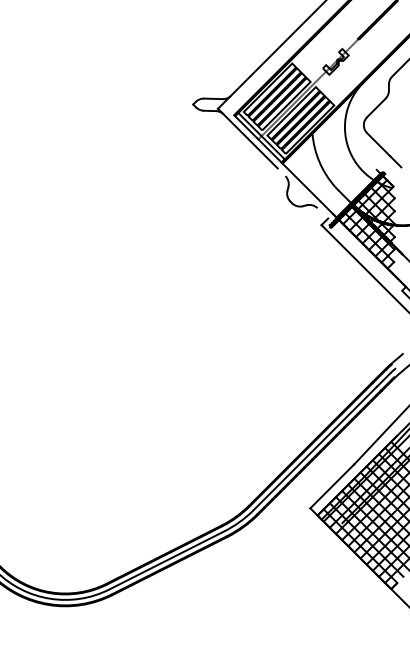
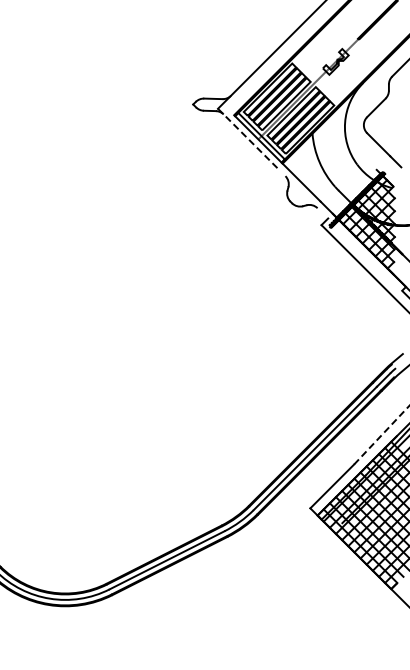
line at (248, 138): solid -> dashed
line at (382, 434): solid -> dashed
